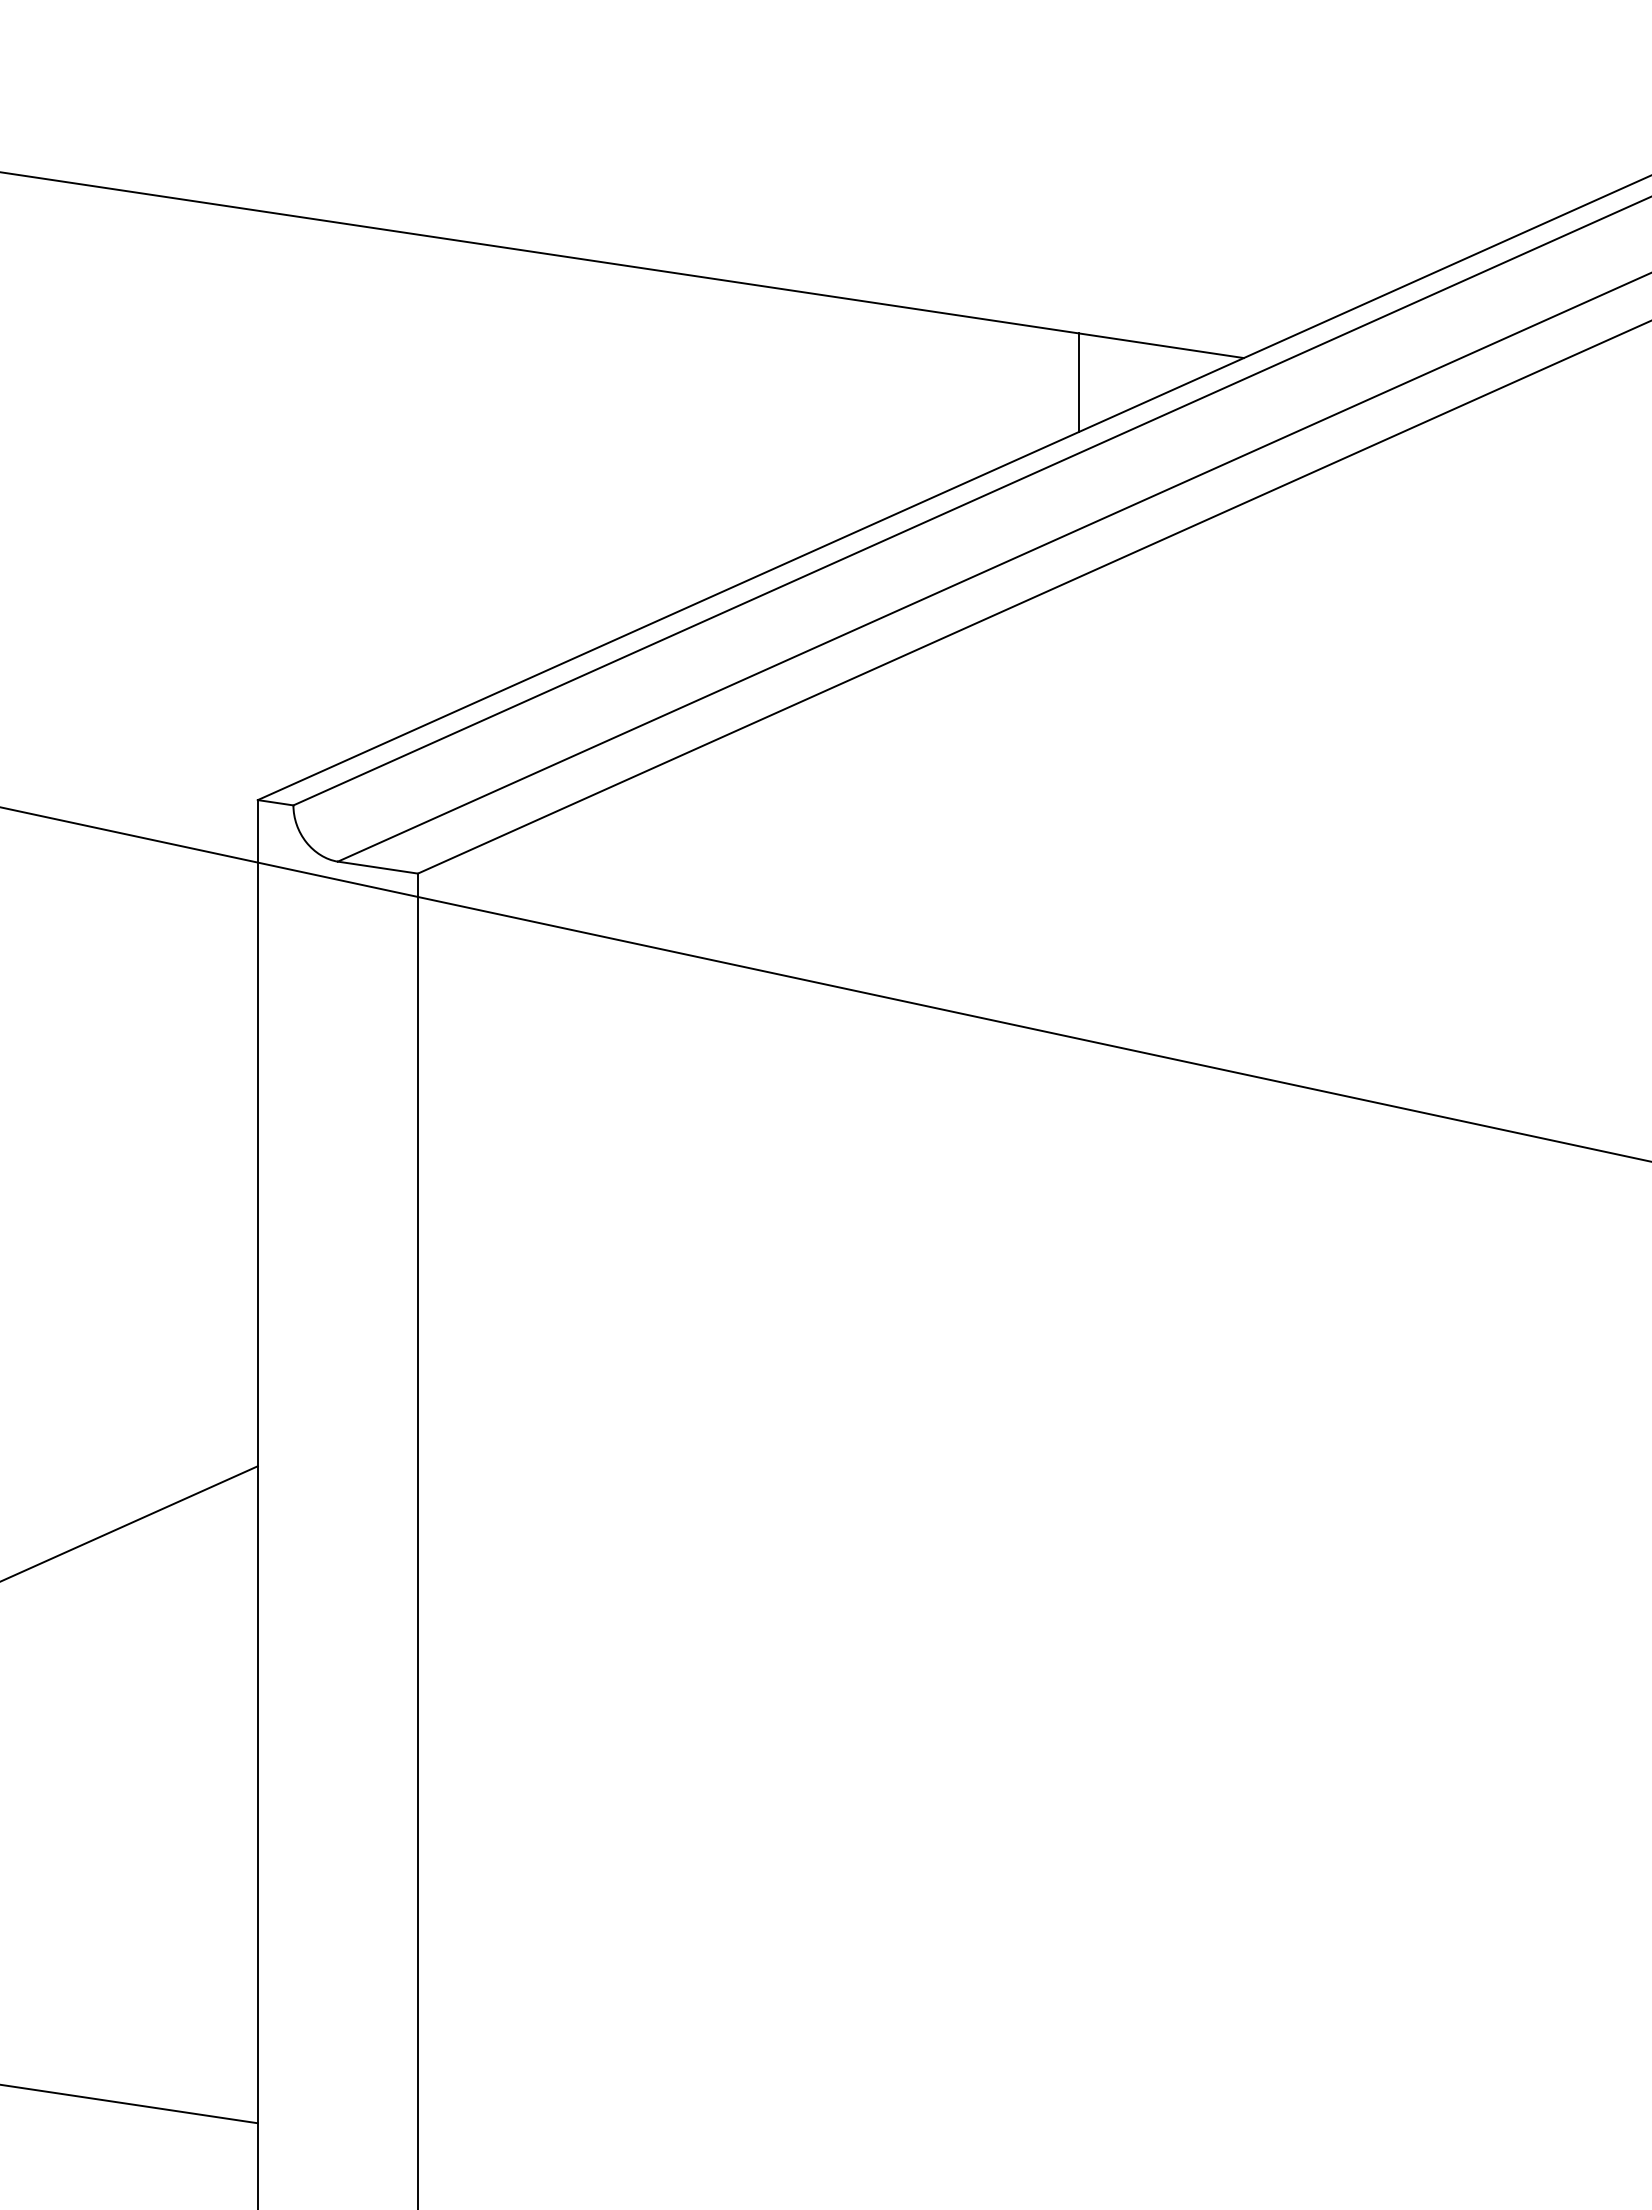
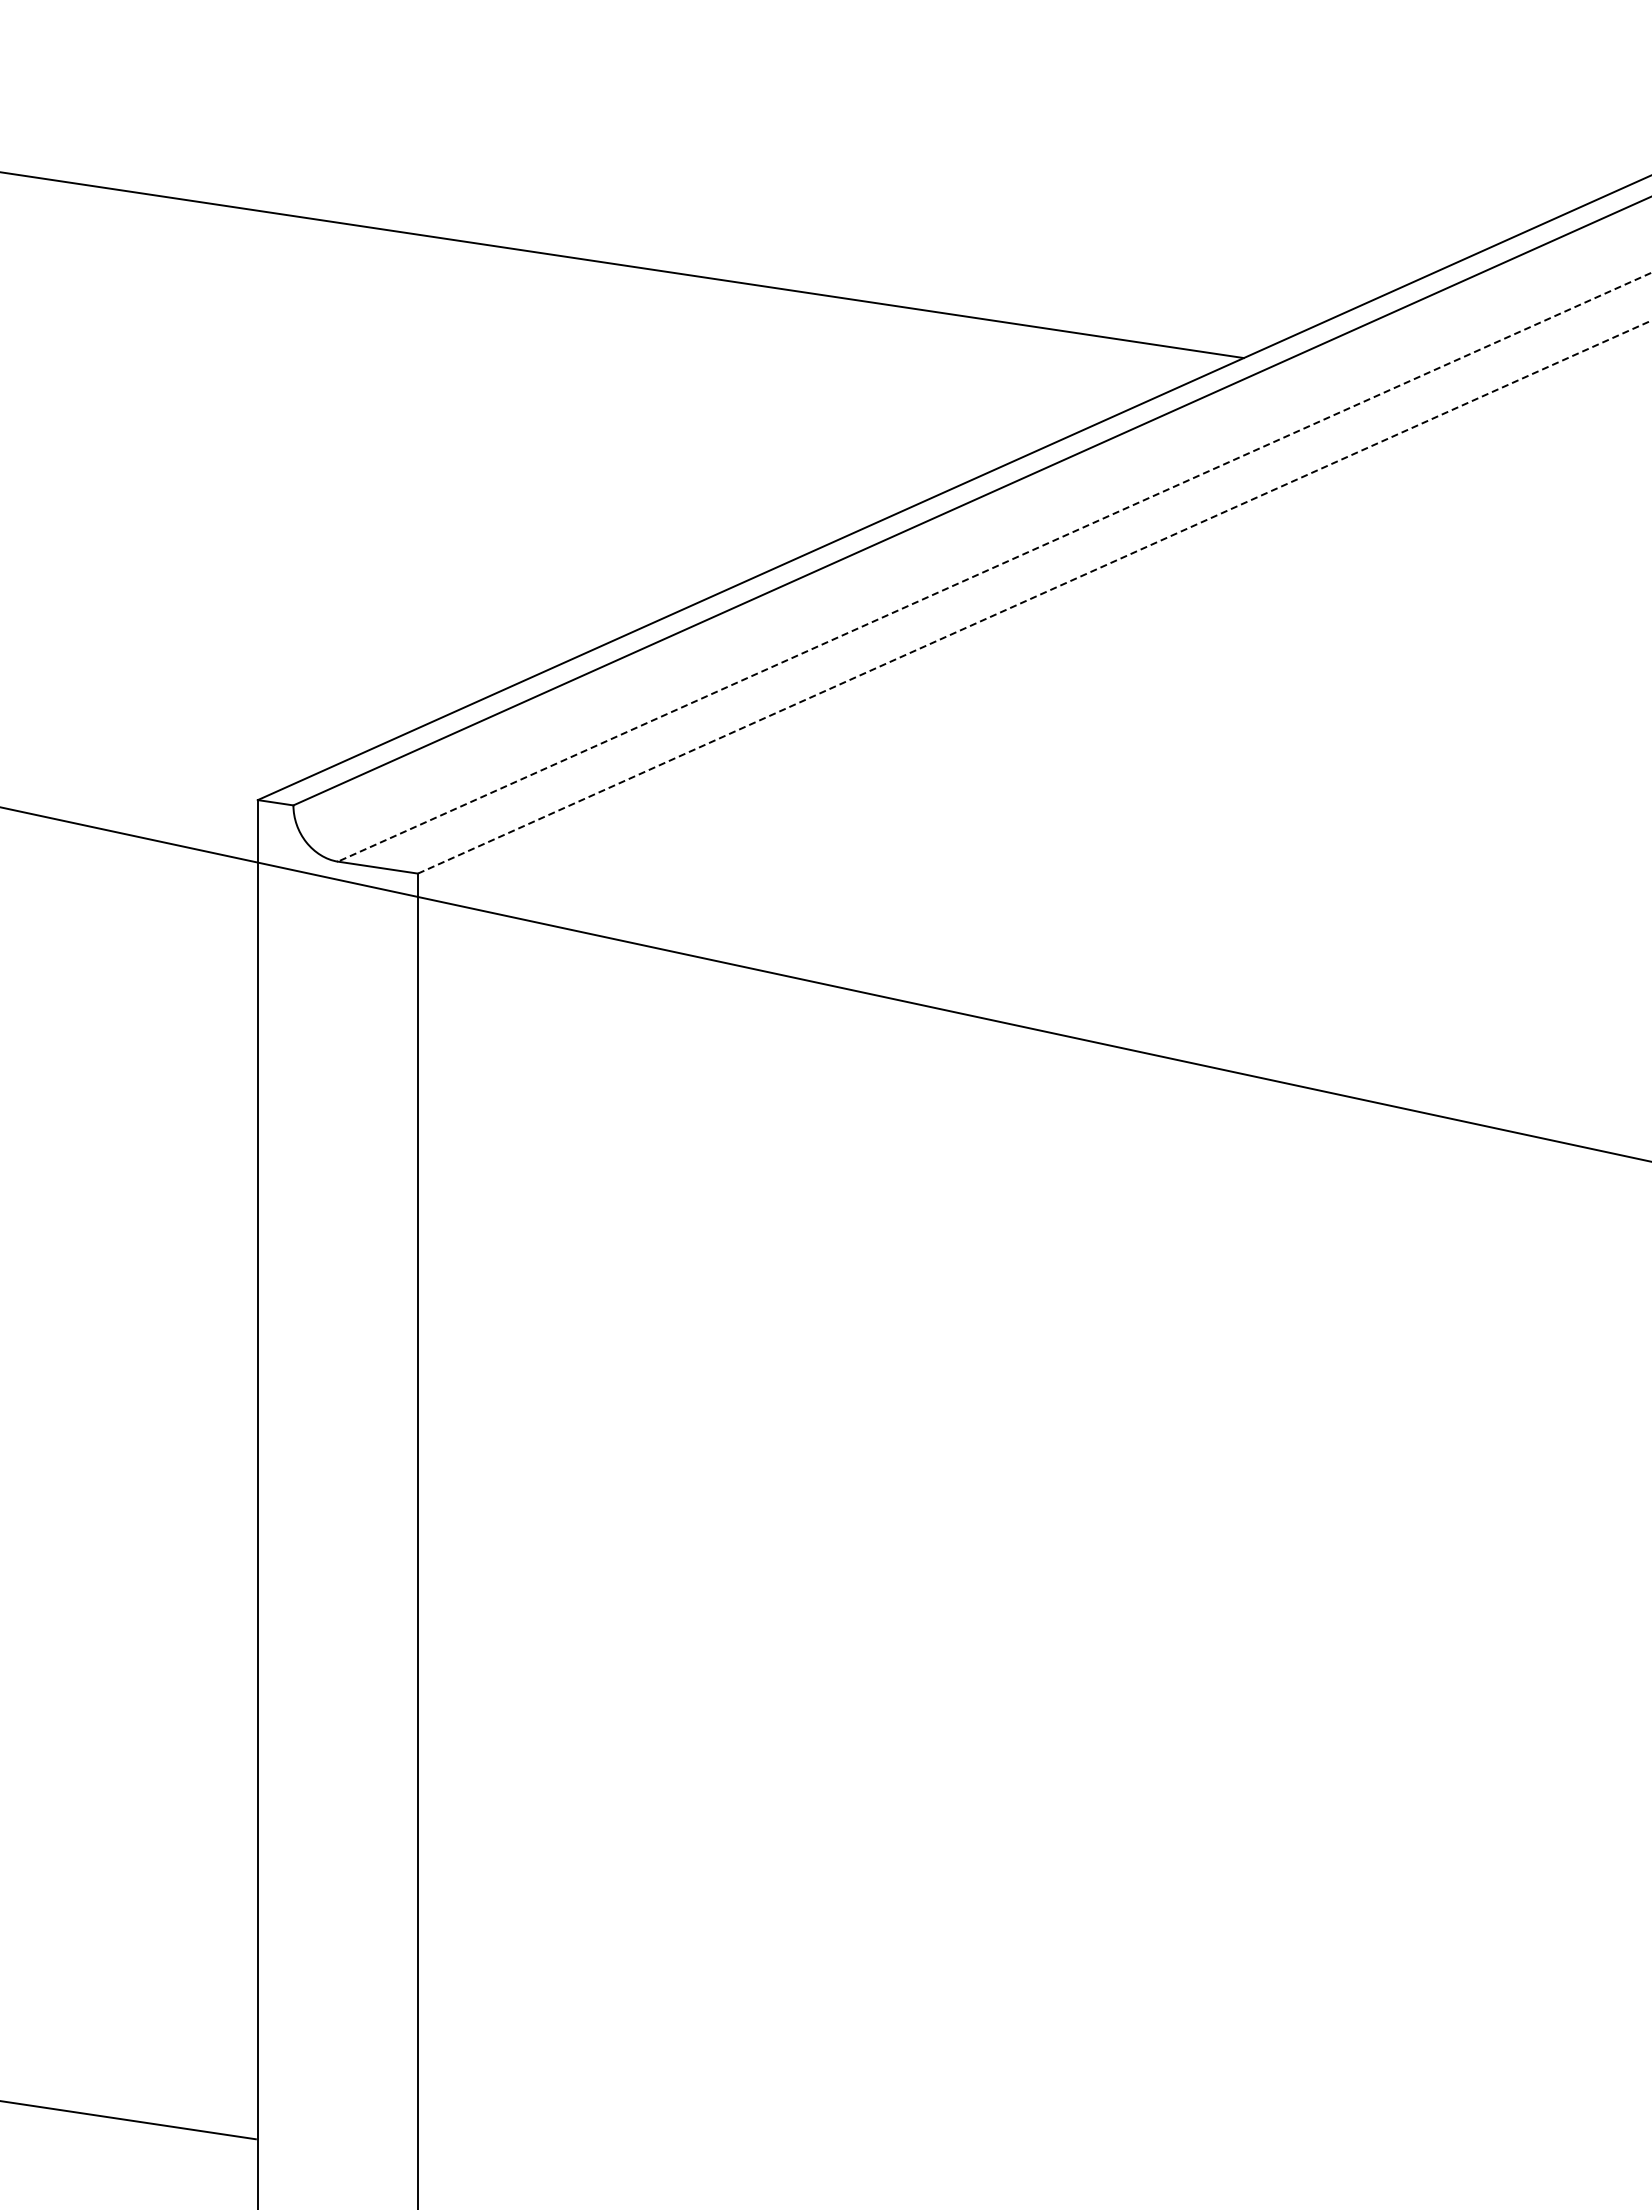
line at (1078, 382): present -> none
line at (994, 567): solid -> dashed
line at (1035, 596): solid -> dashed
line at (129, 1523): present -> none
line at (129, 2104) position: (129, 2104) -> (128, 2120)
